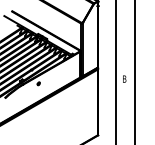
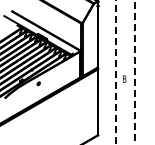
line at (115, 72): solid -> dashed
line at (135, 72): solid -> dashed
